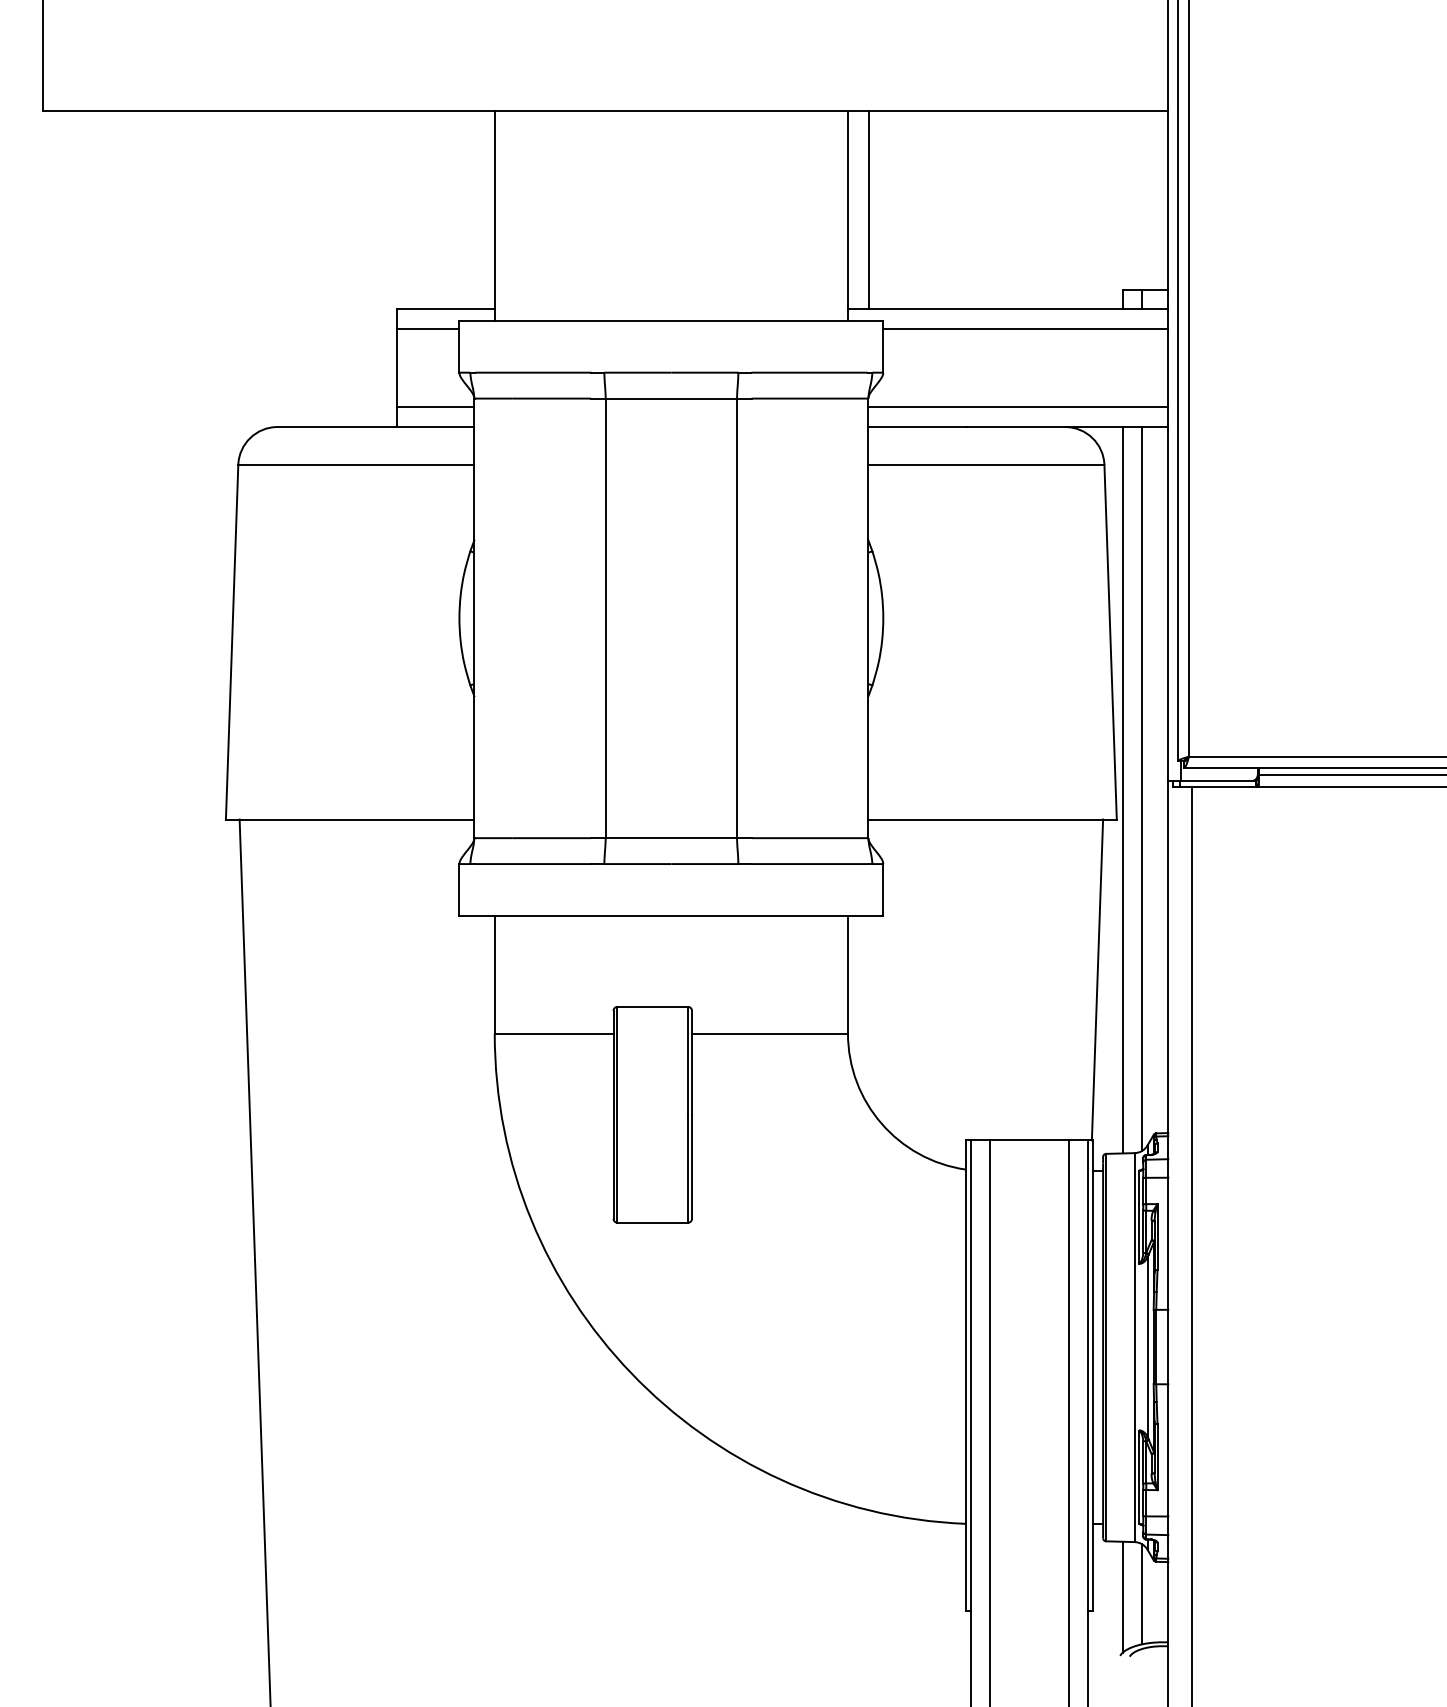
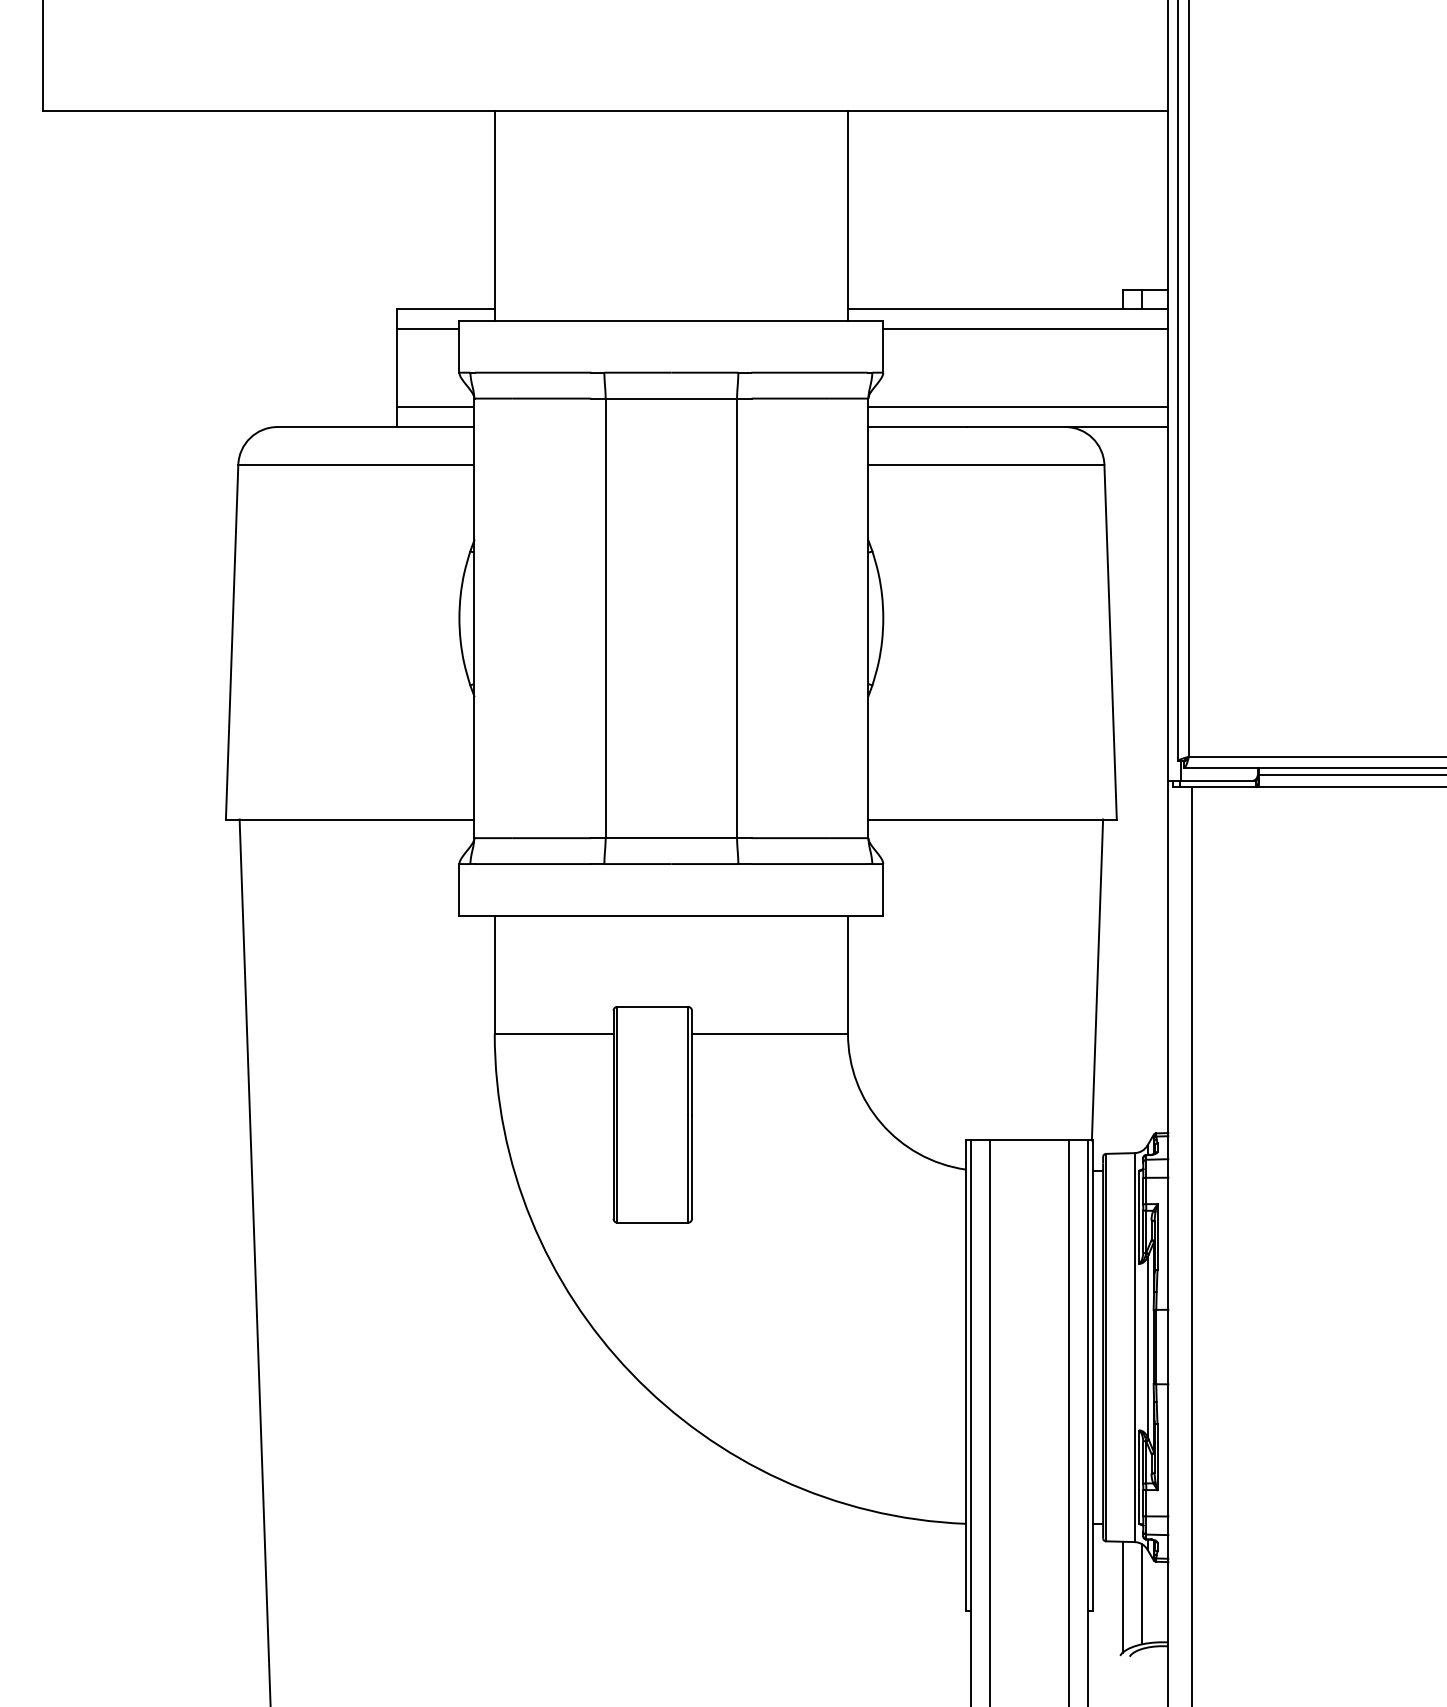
line at (869, 209): present -> none
line at (1142, 788): present -> none
line at (1122, 790): present -> none
